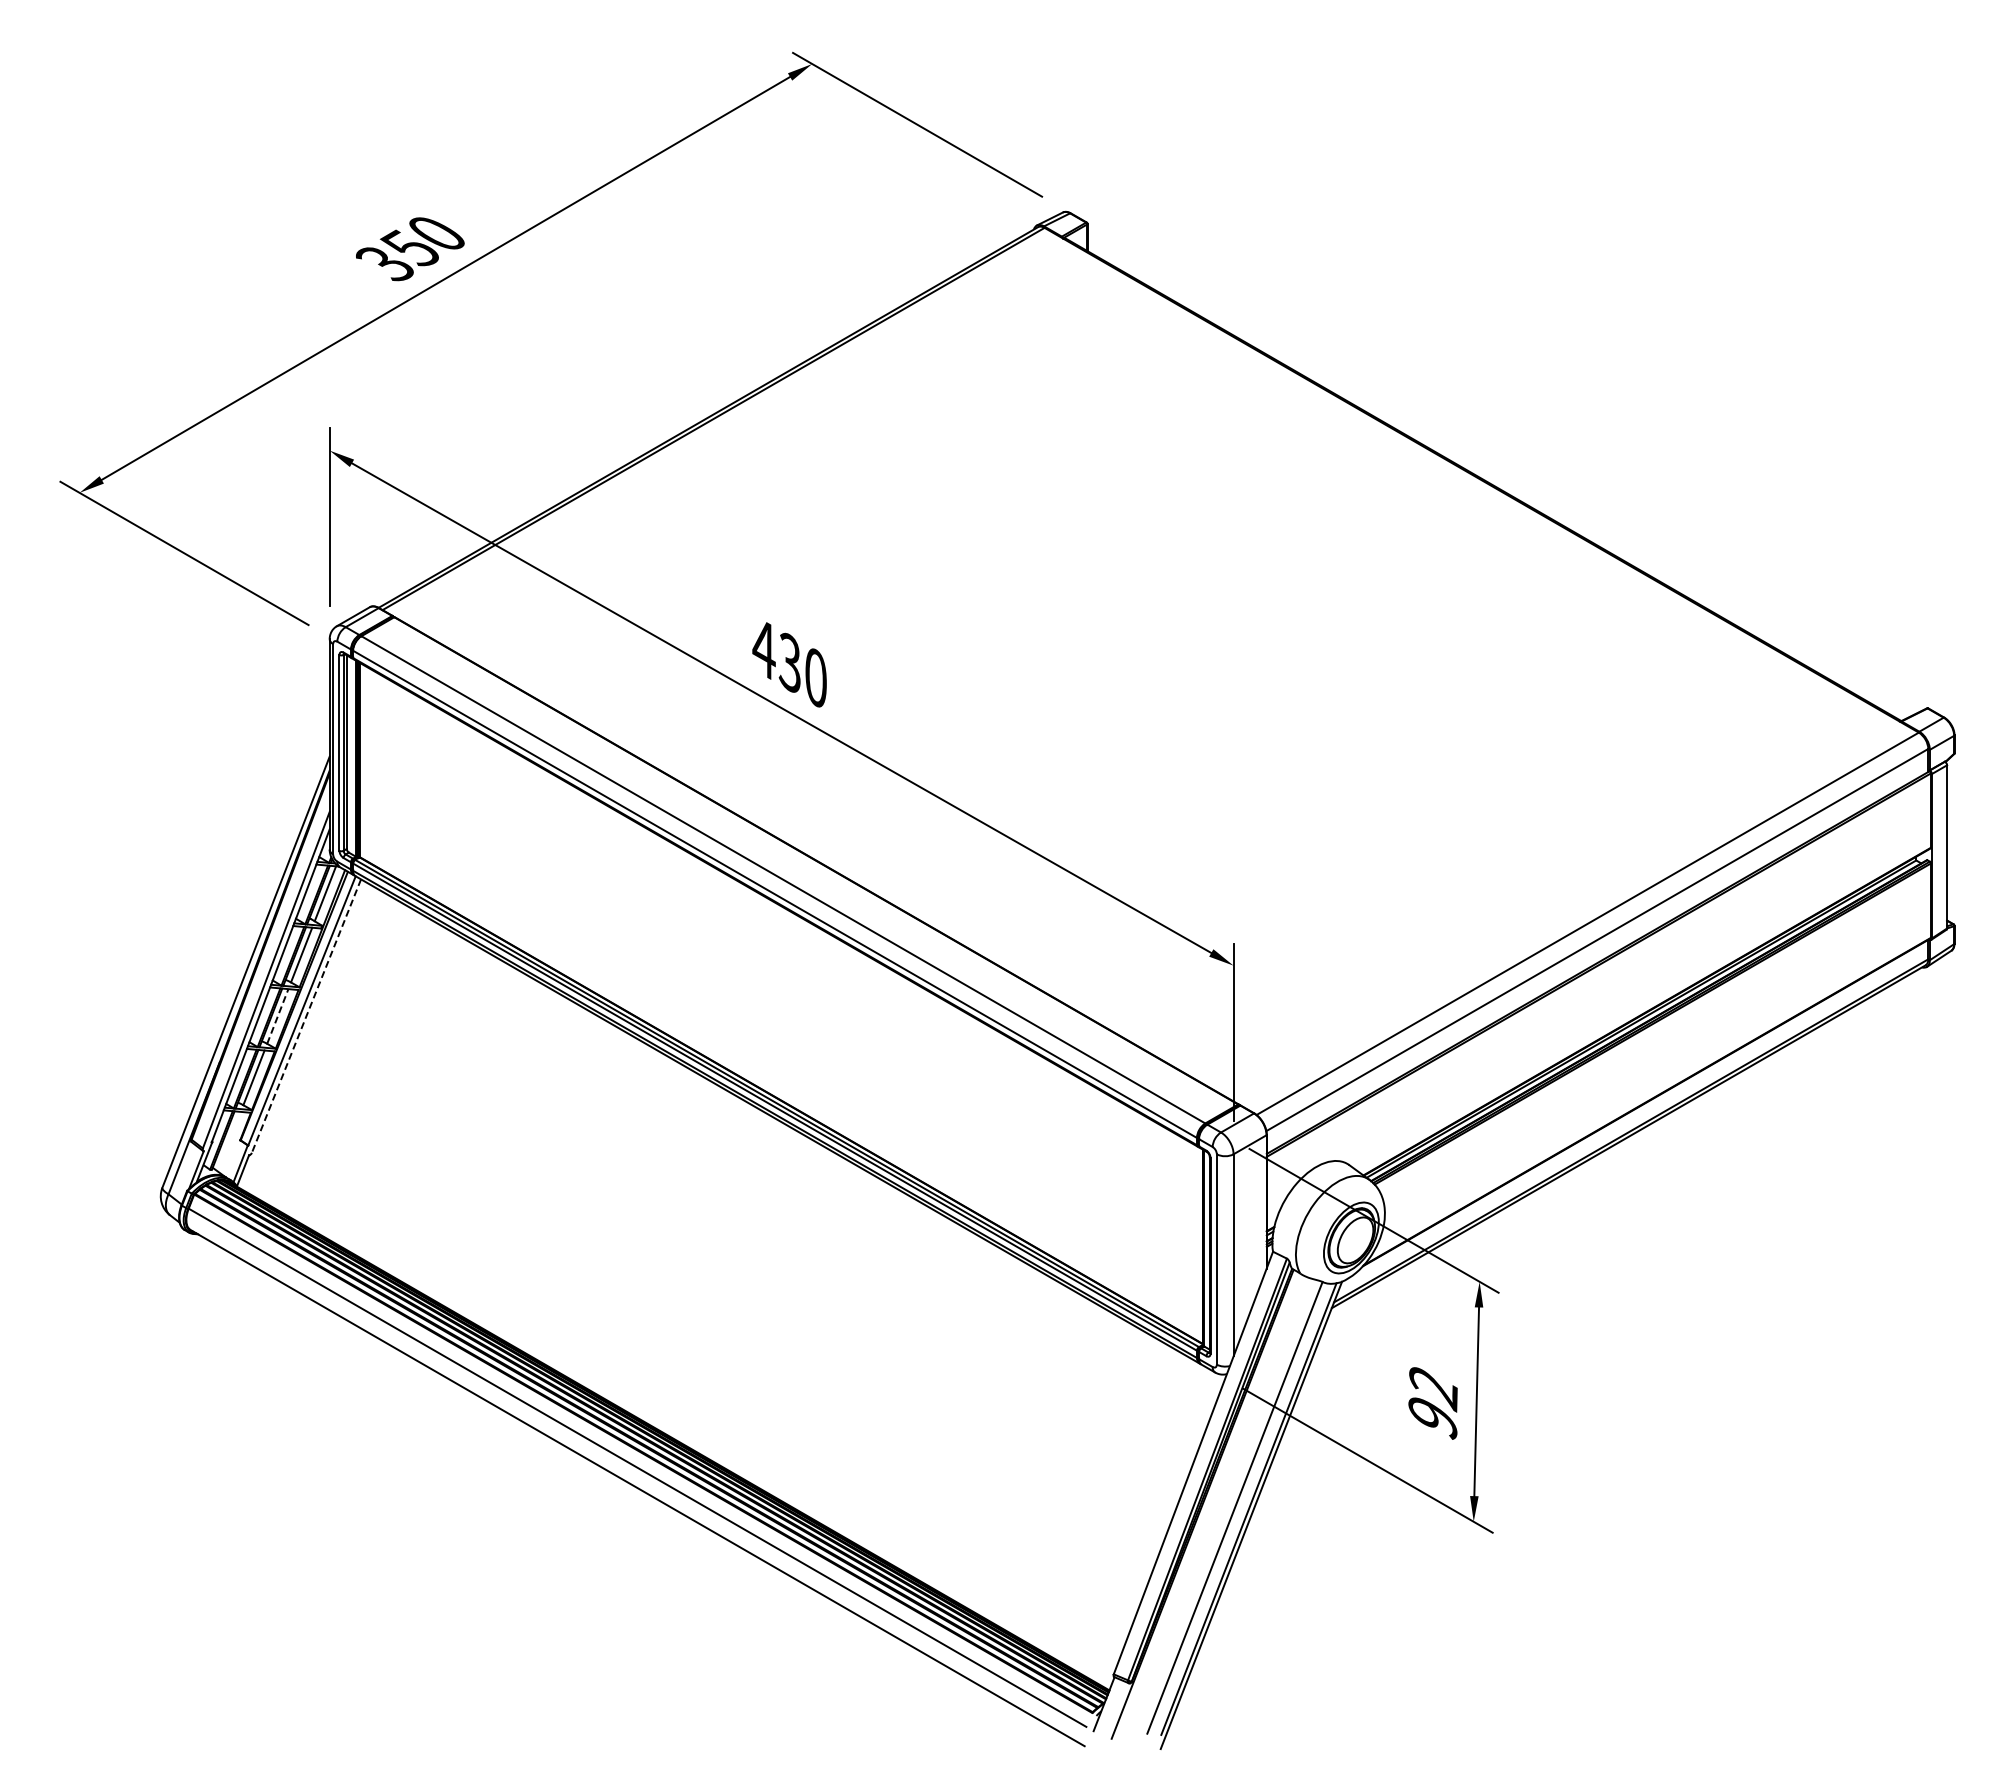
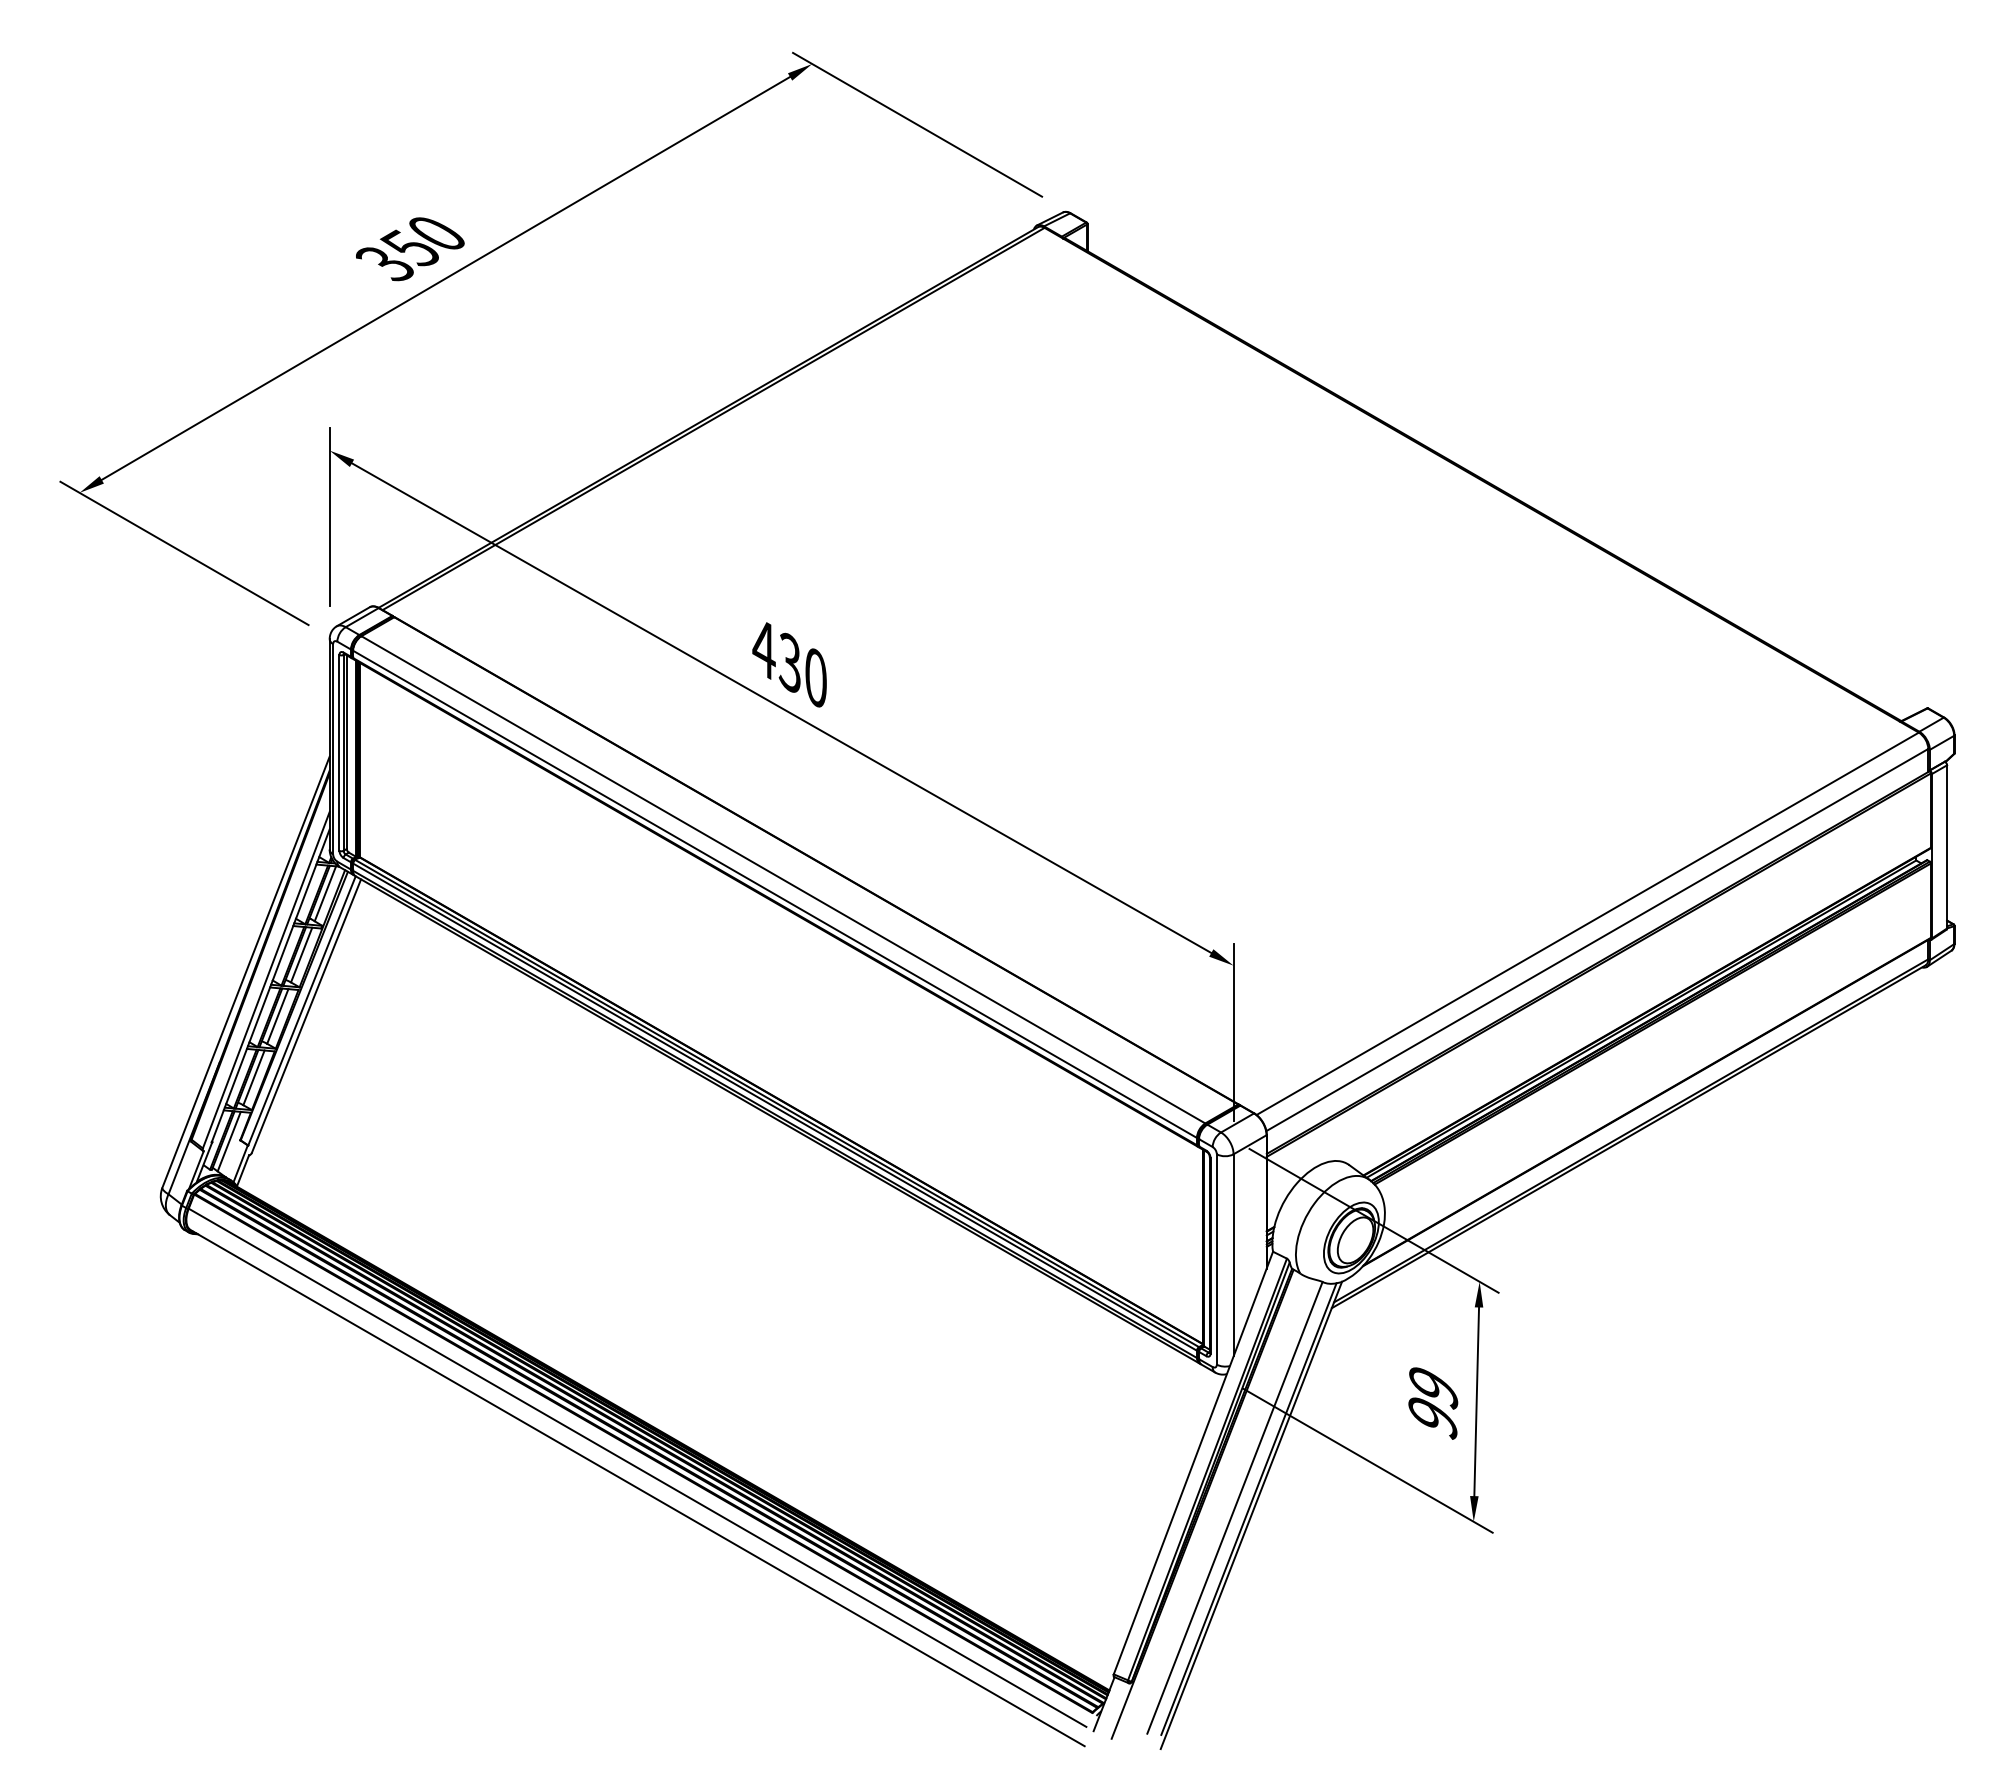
line at (278, 1016): dashed -> solid
line at (306, 1016): dashed -> solid
line at (228, 1141): none -> present
text at (1433, 1389): 92 -> 99
